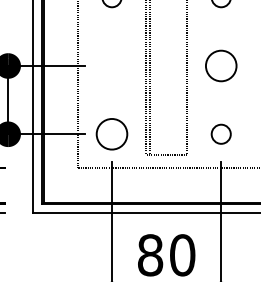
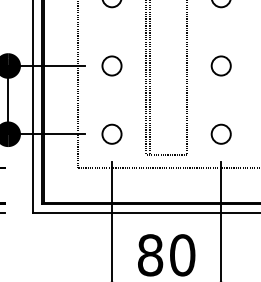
circle at (111, 65): none -> present
circle at (220, 65) diameter: 31 px -> 19 px
circle at (111, 133) diameter: 31 px -> 19 px
